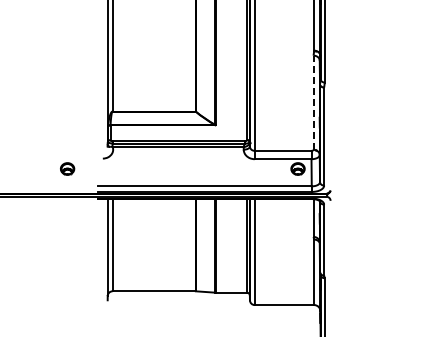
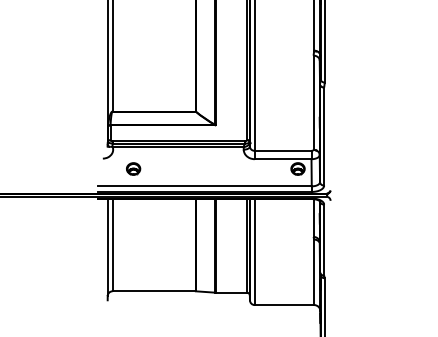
line at (313, 102): dashed -> solid
part at (67, 168) position: (67, 168) -> (133, 168)
